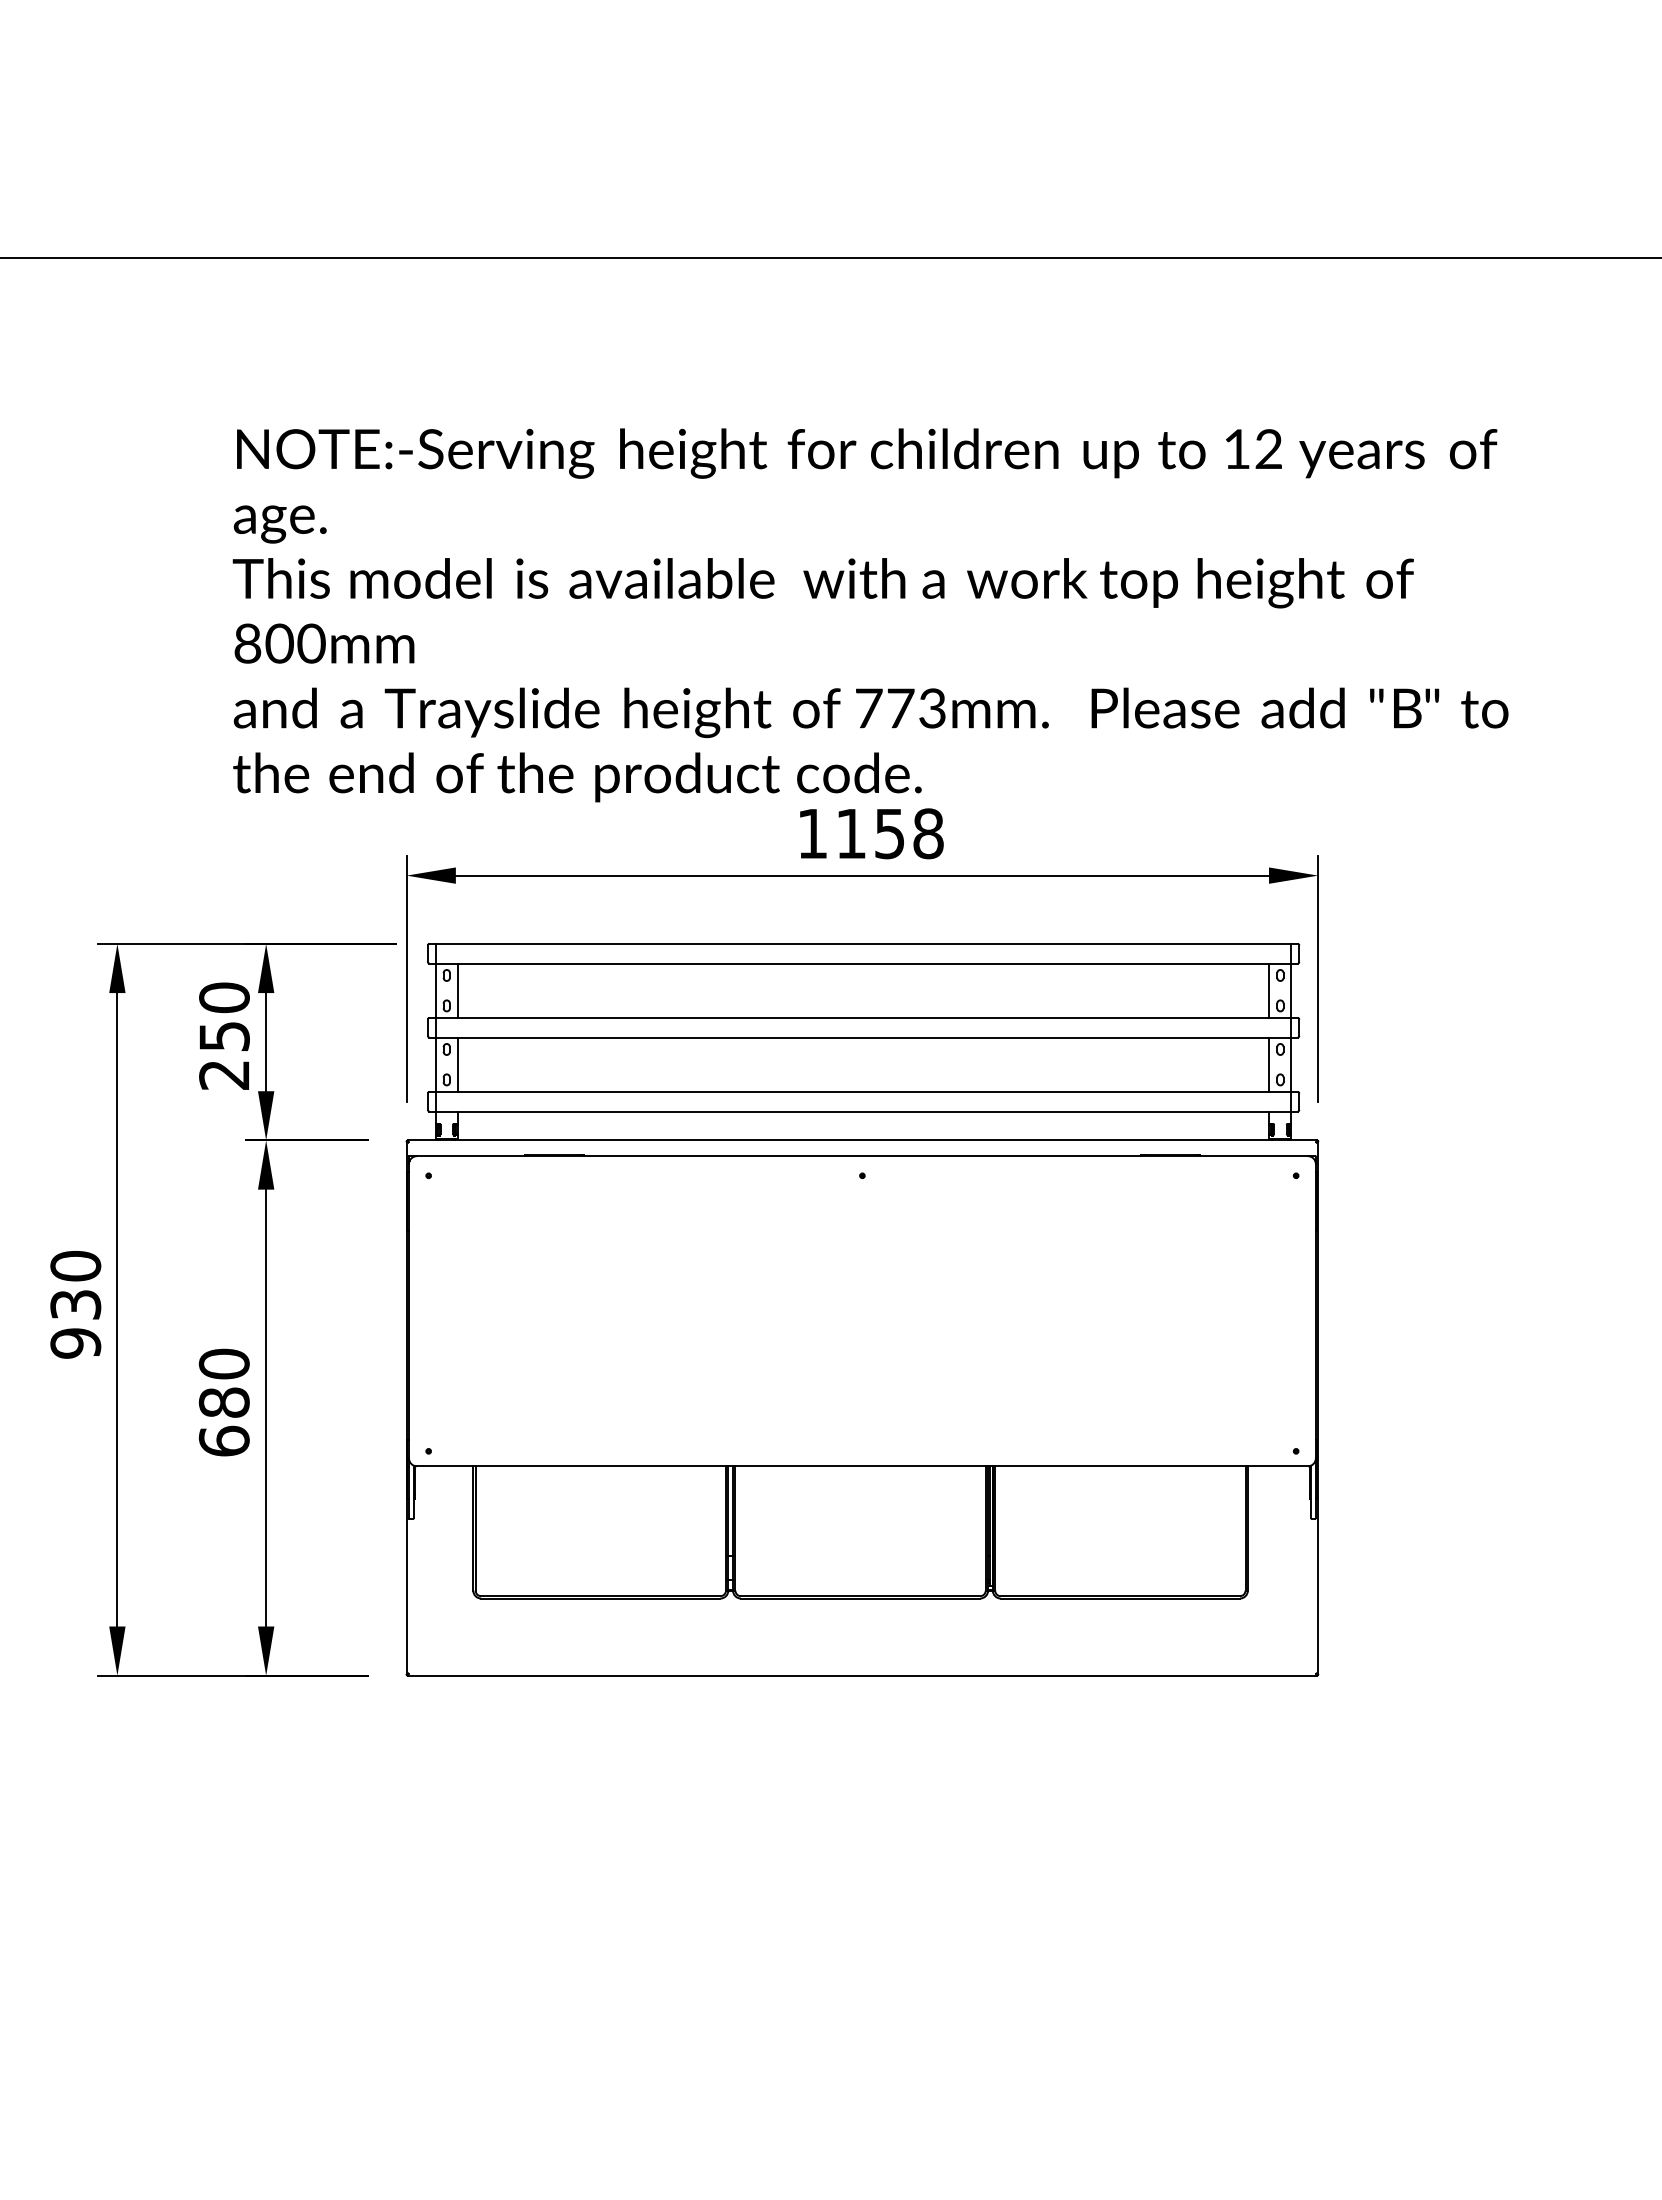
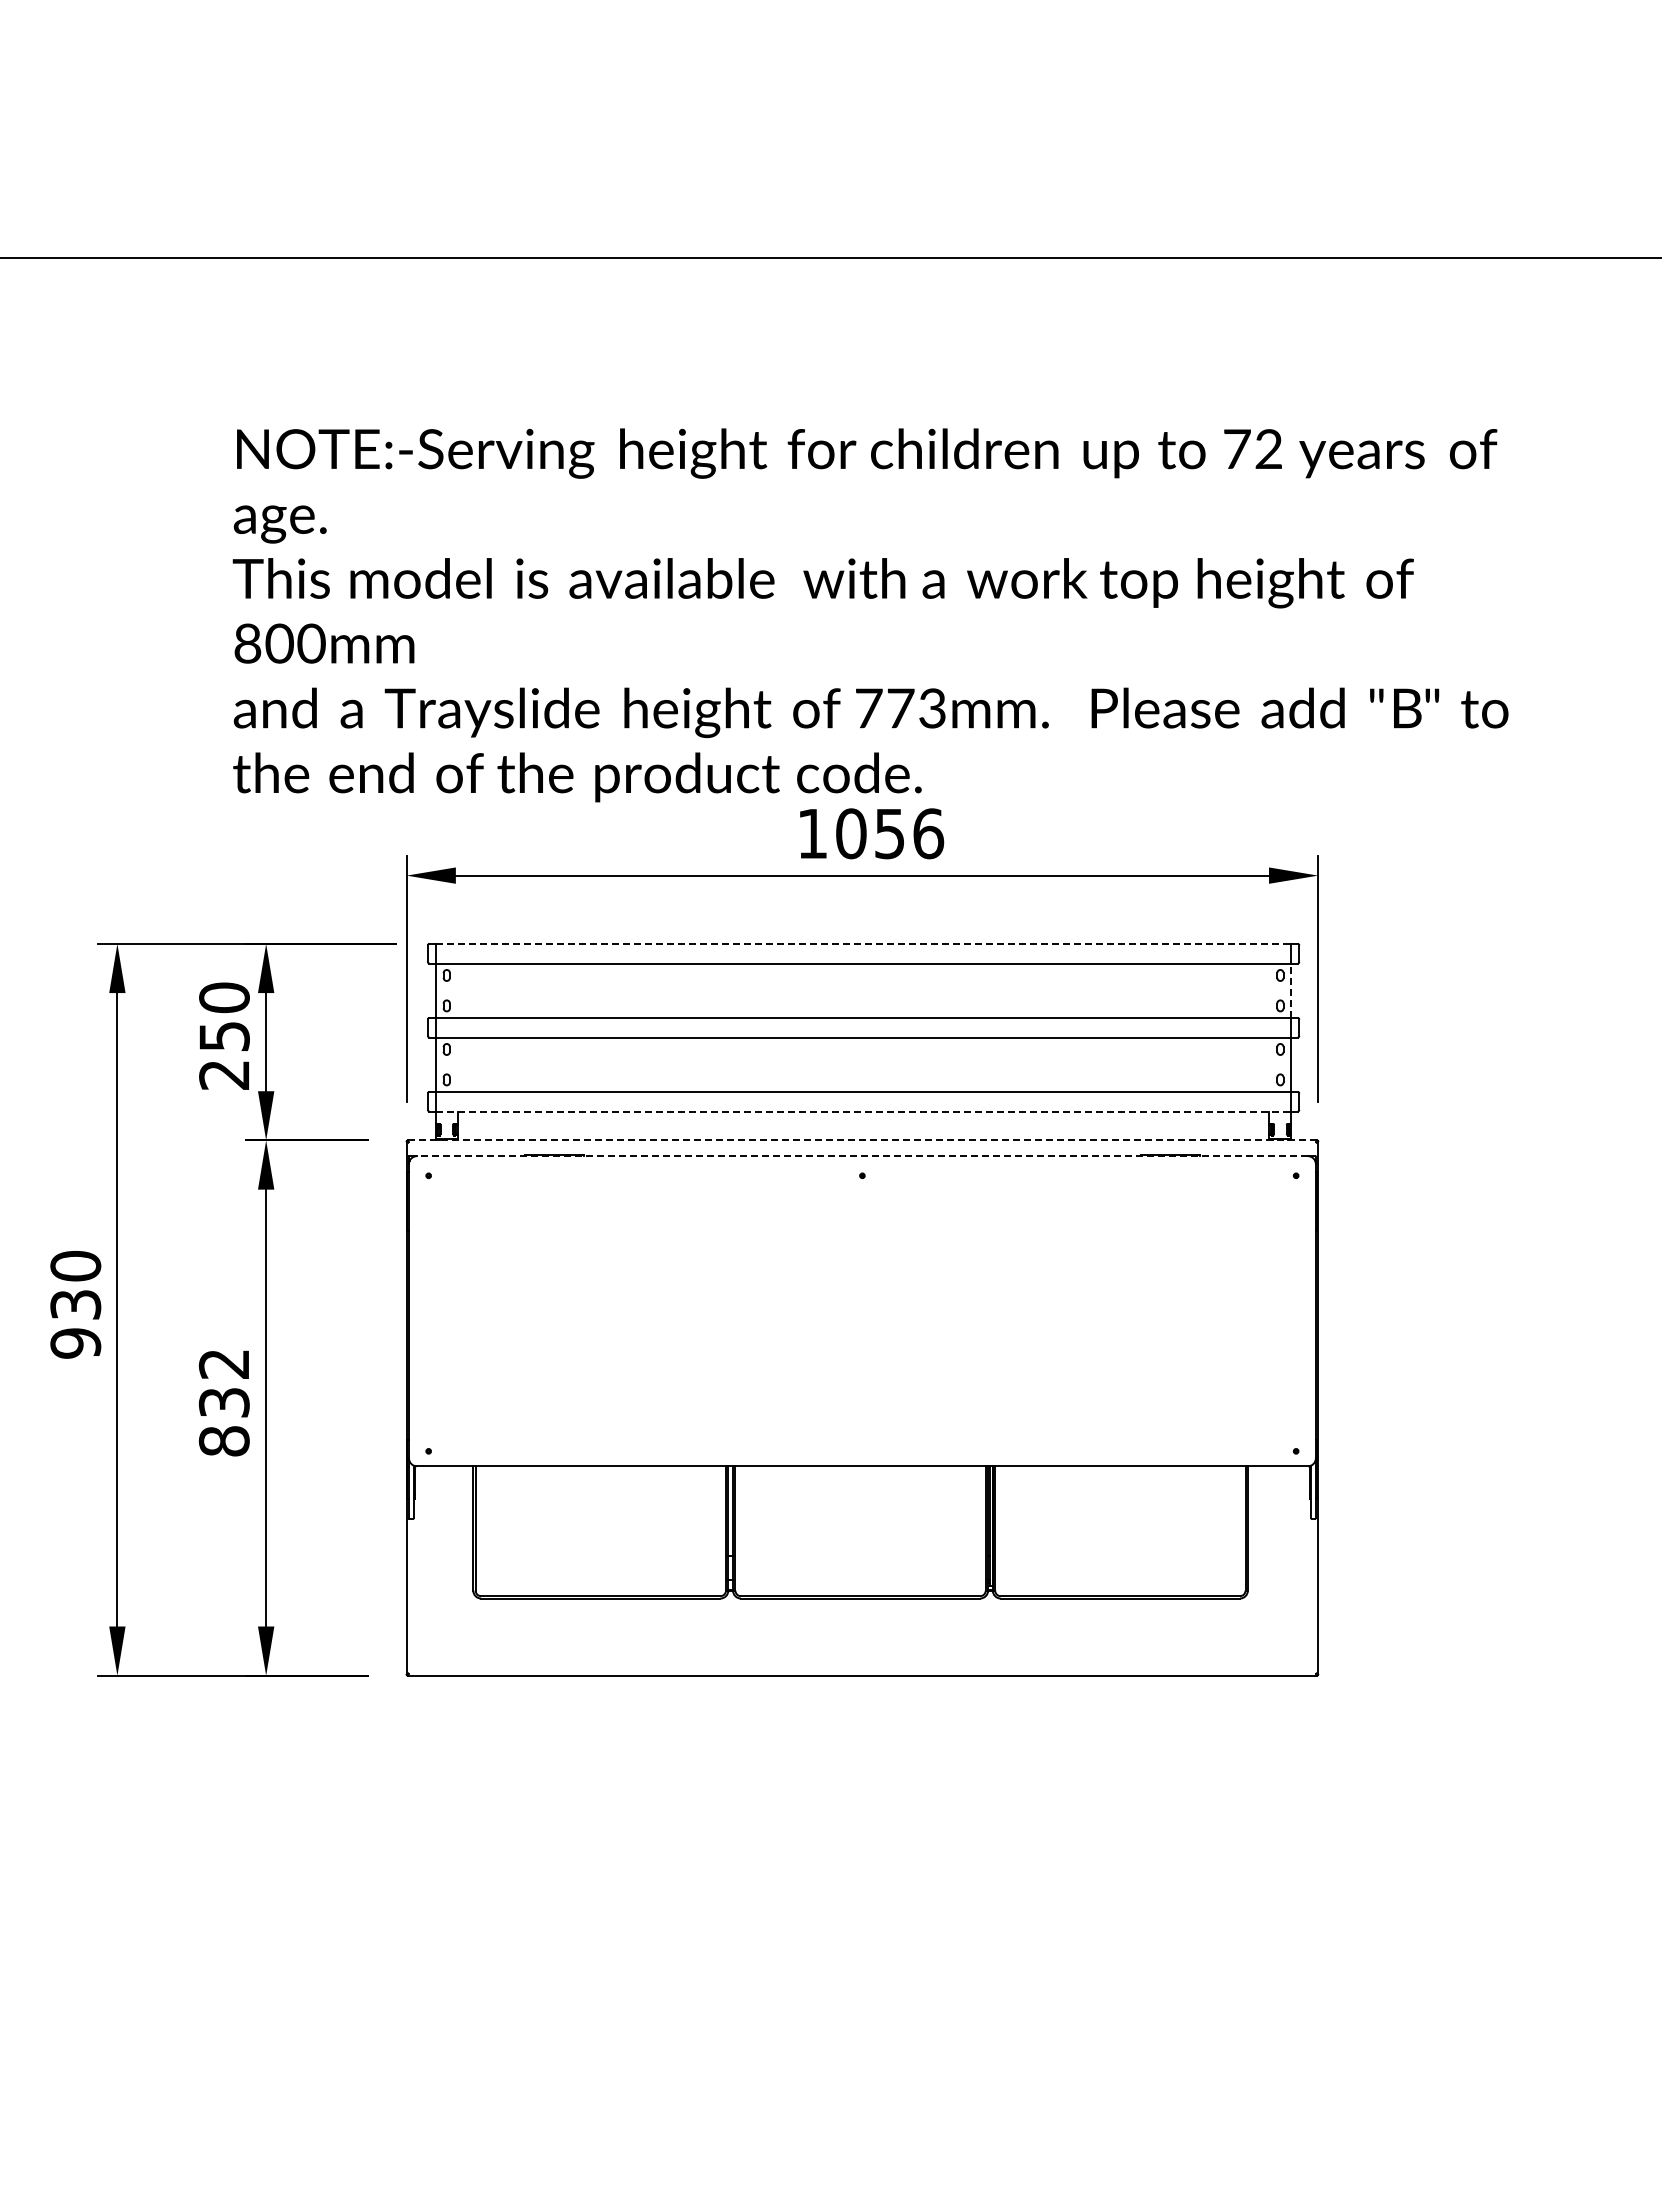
text at (1237, 448): 12 -> 72
text at (890, 833): 1158 -> 1056
line at (863, 943): solid -> dashed
line at (457, 990): present -> none
line at (1269, 990): present -> none
line at (1291, 990): solid -> dashed
line at (457, 1064): present -> none
line at (1269, 1064): present -> none
line at (863, 1111): solid -> dashed
line at (862, 1140): solid -> dashed
line at (862, 1156): solid -> dashed
text at (223, 1402): 680 -> 832
